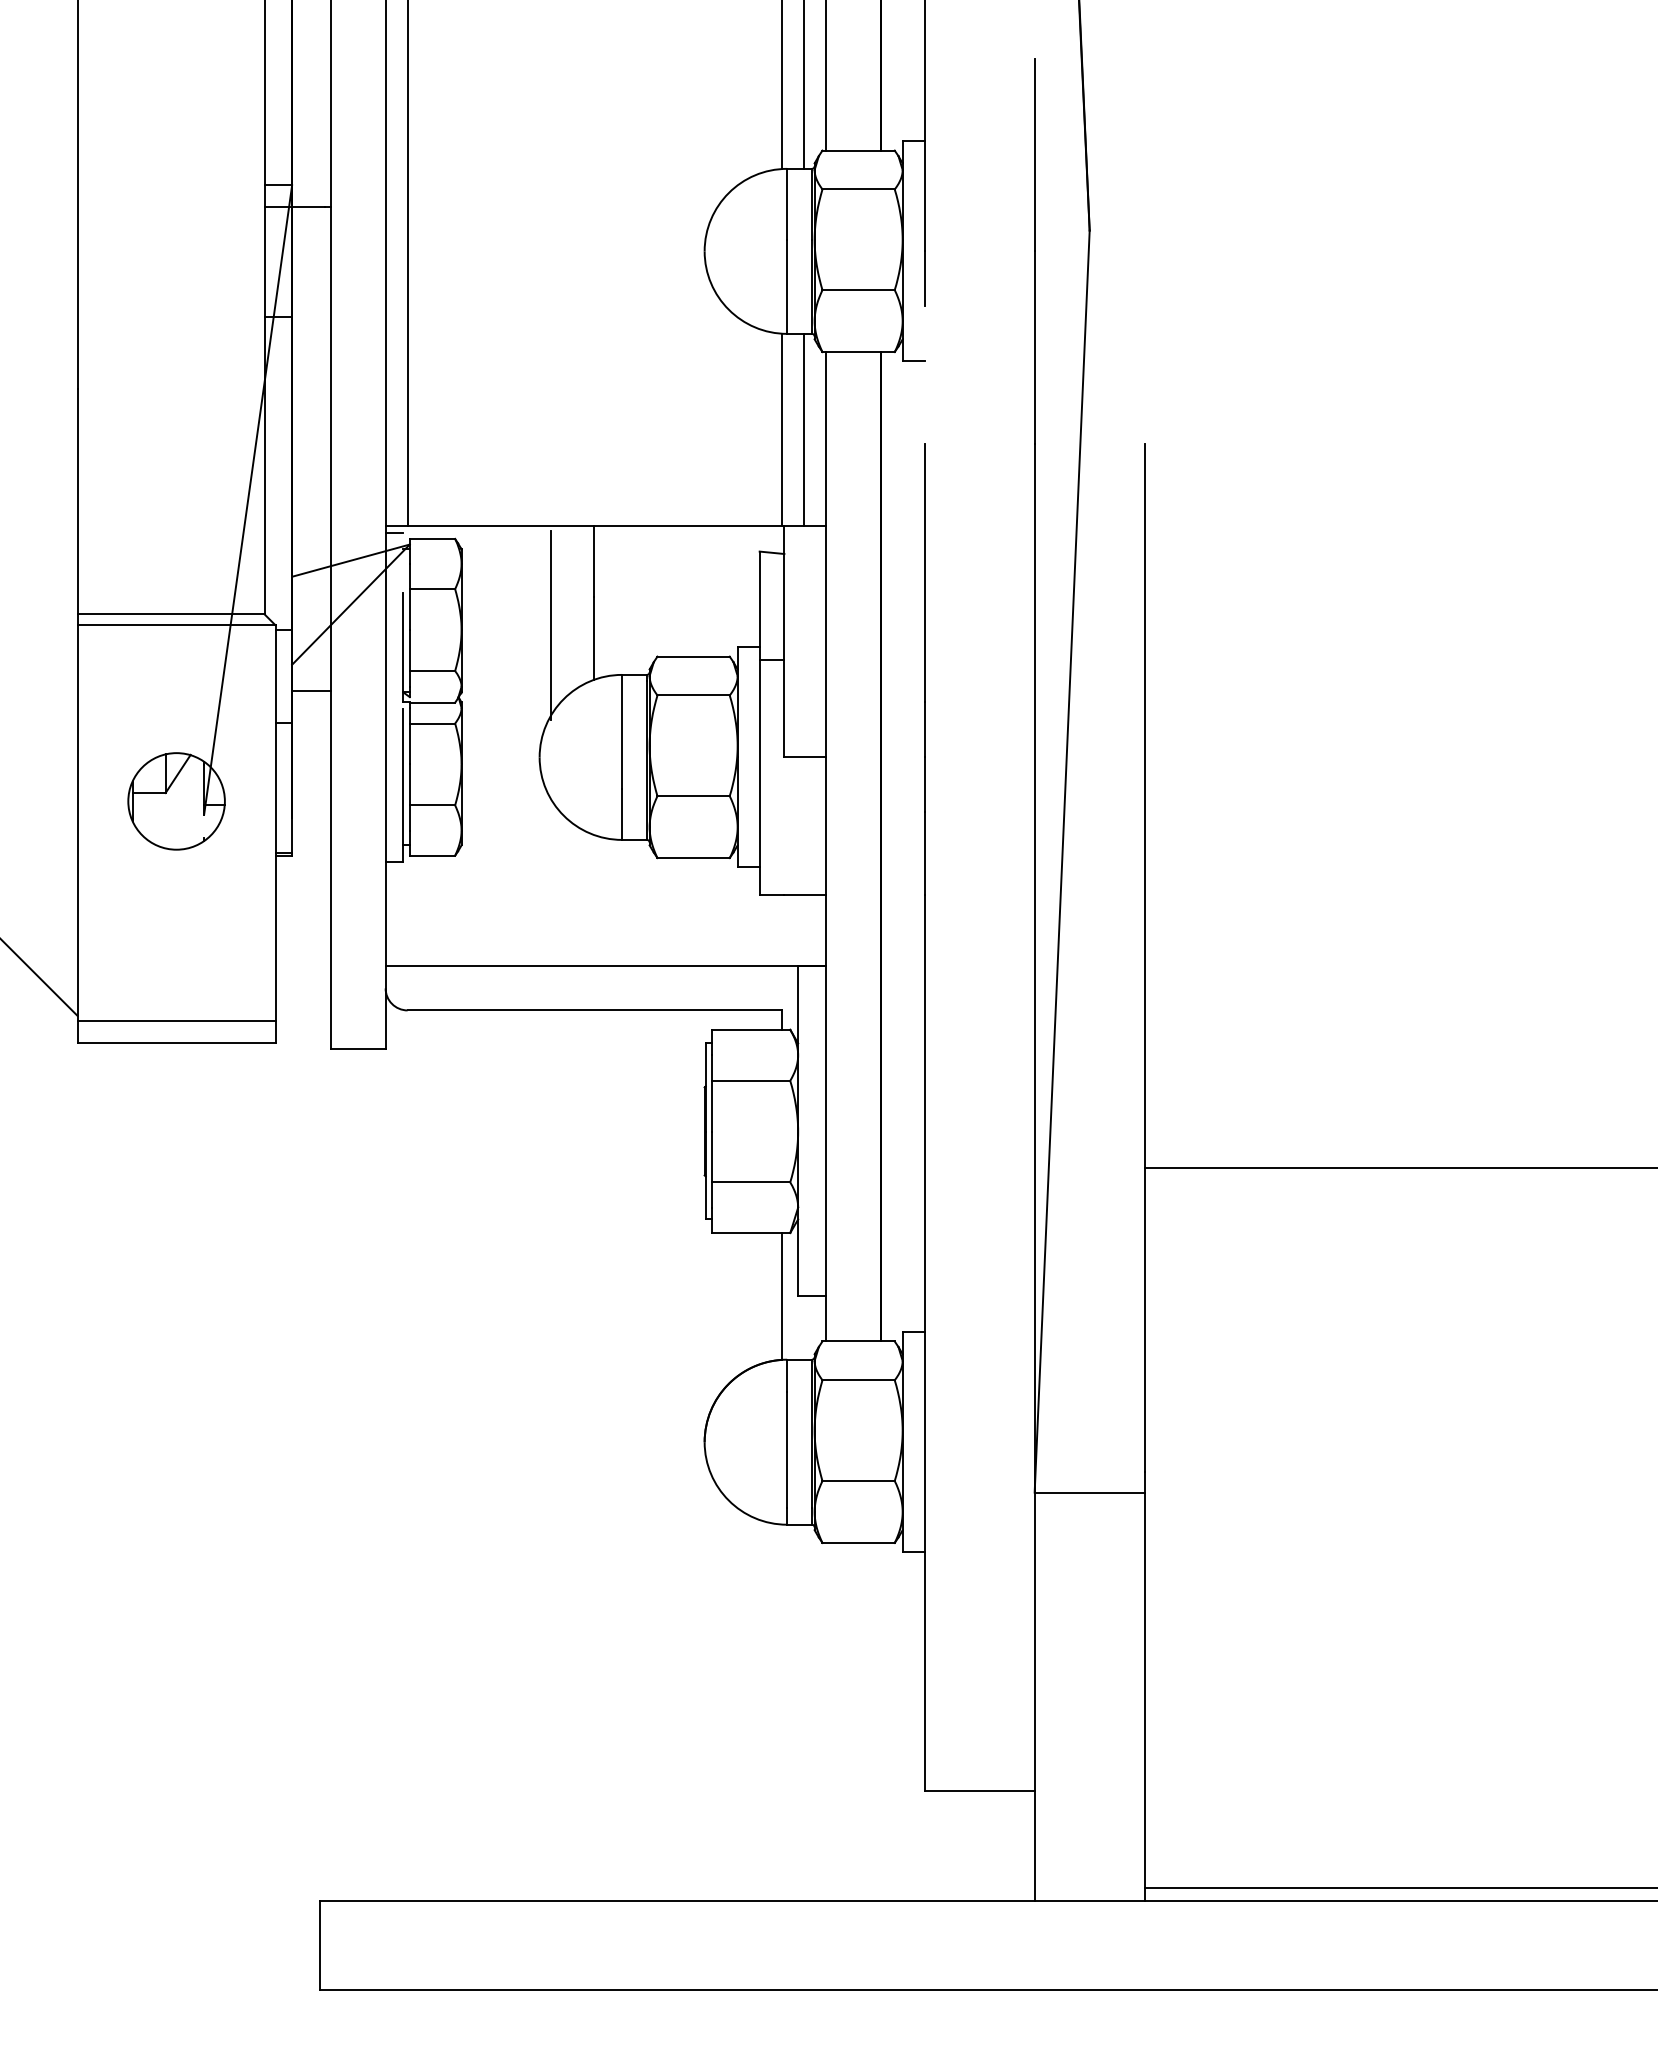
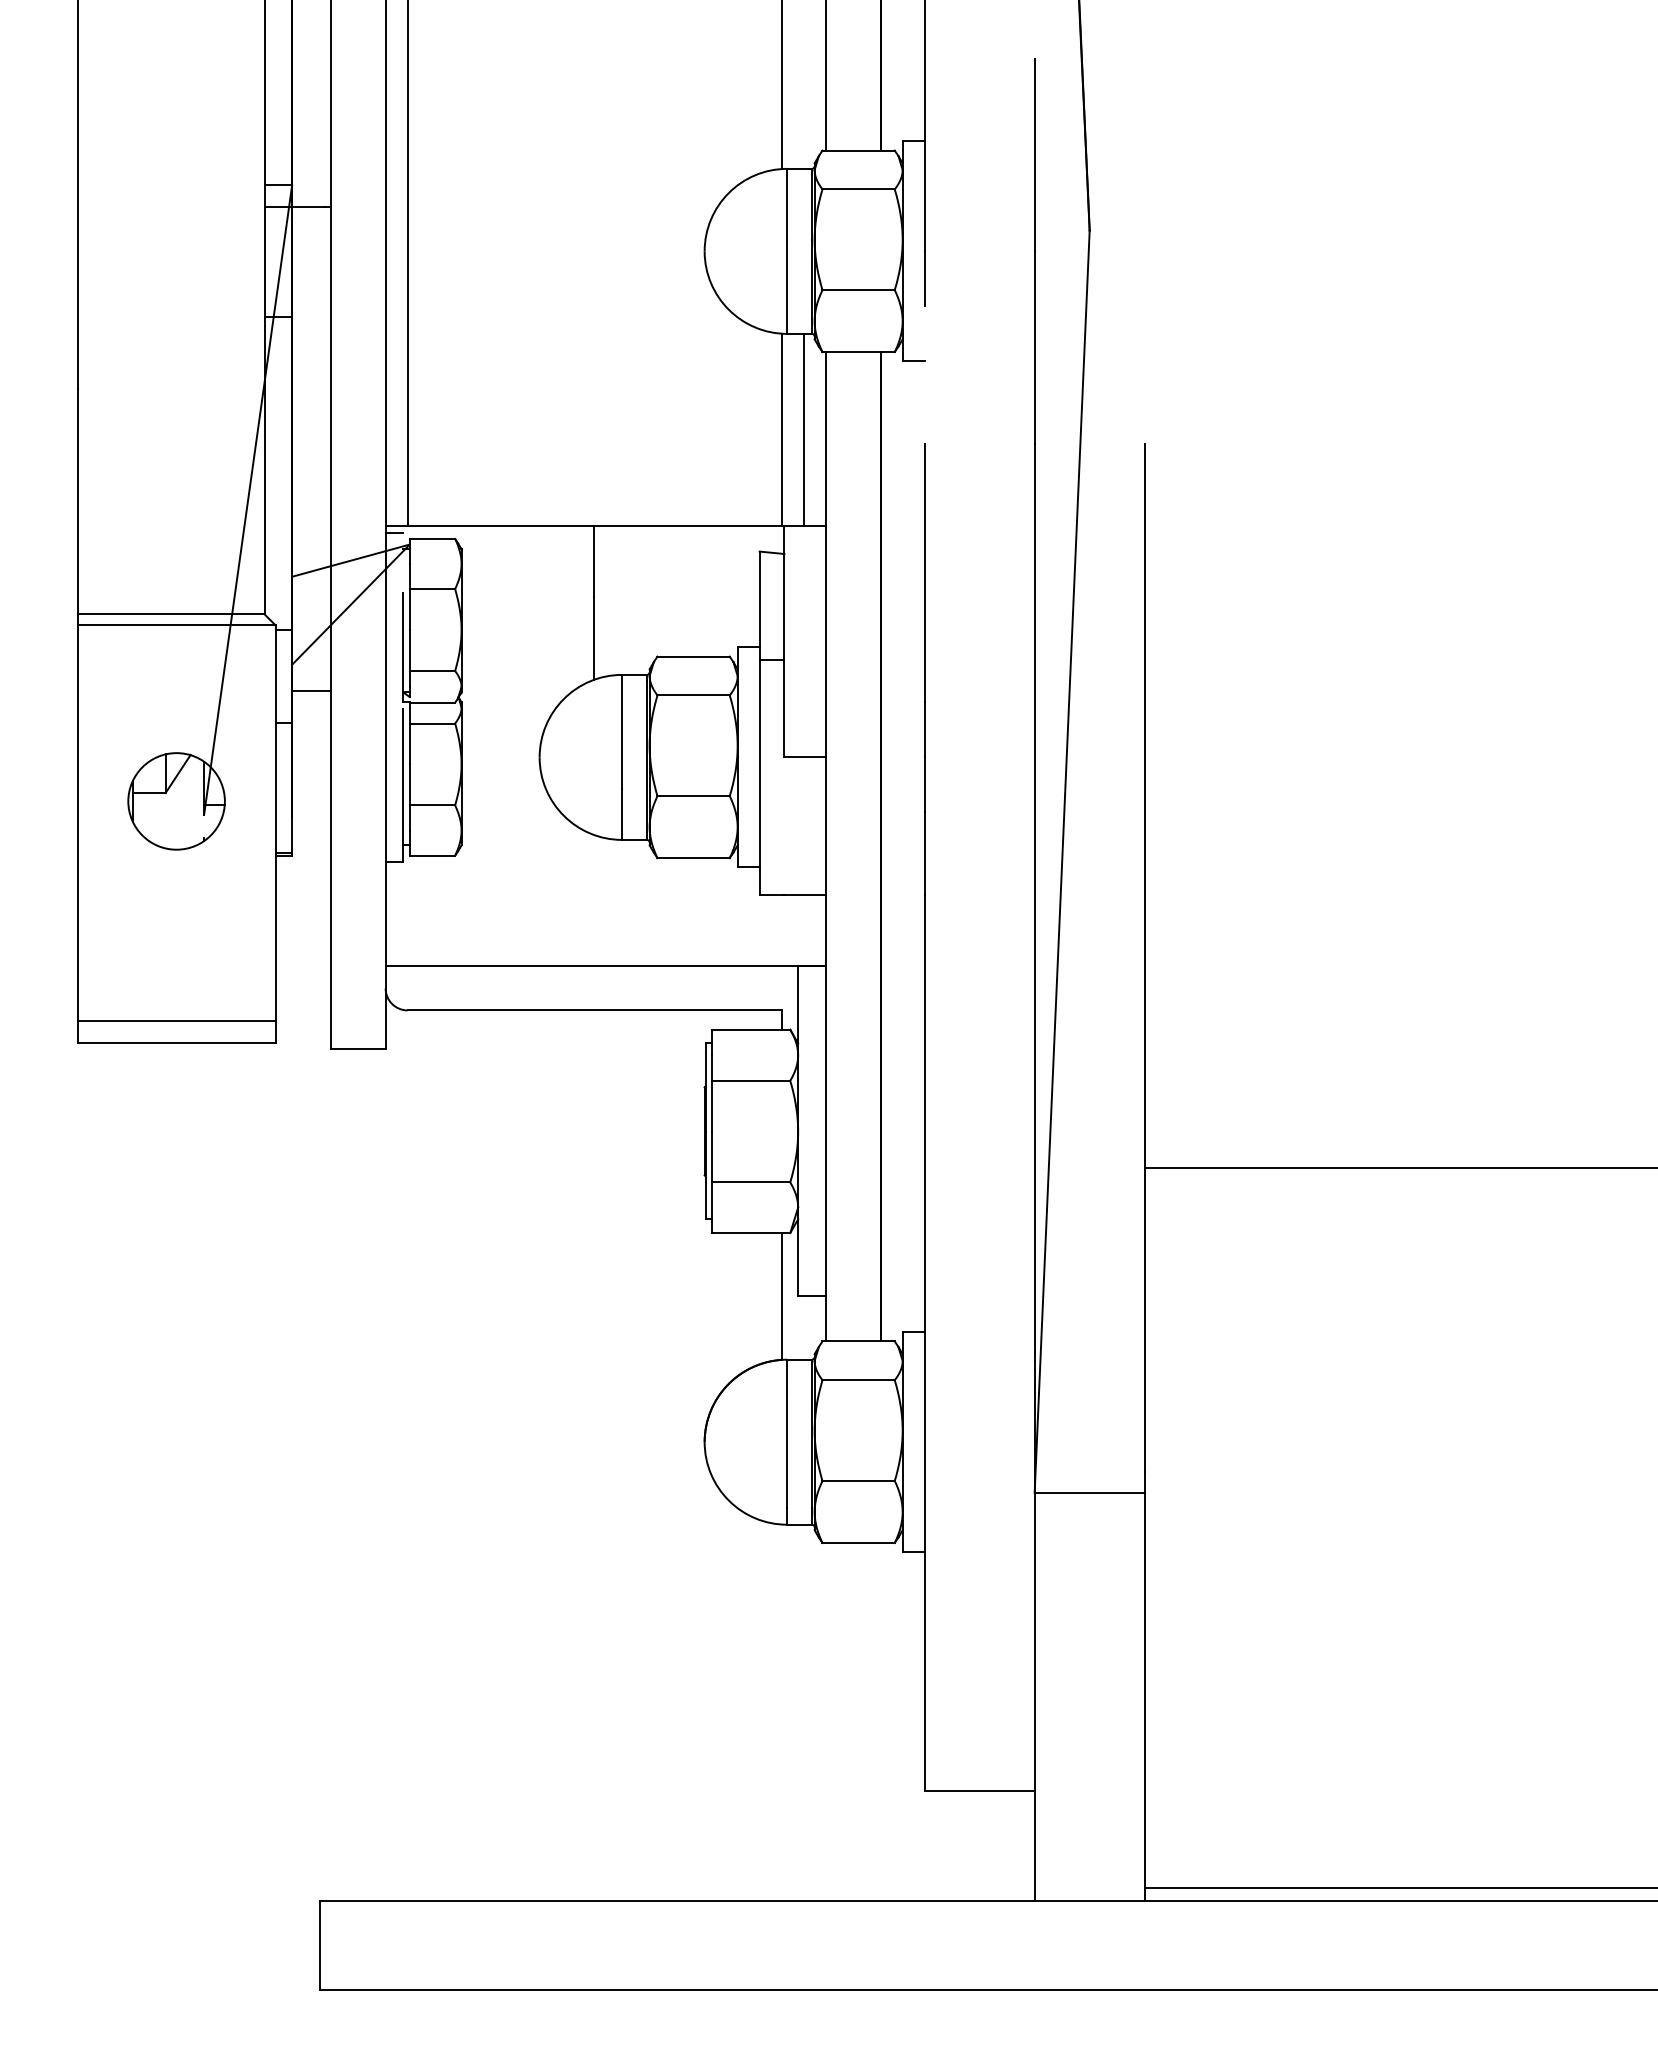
line at (803, 85): present -> none
line at (550, 625): present -> none
line at (39, 977): present -> none
